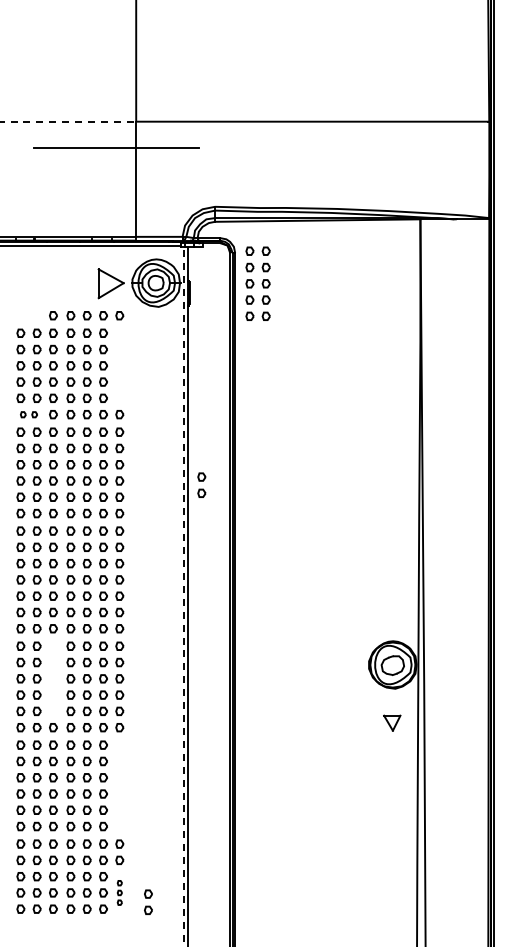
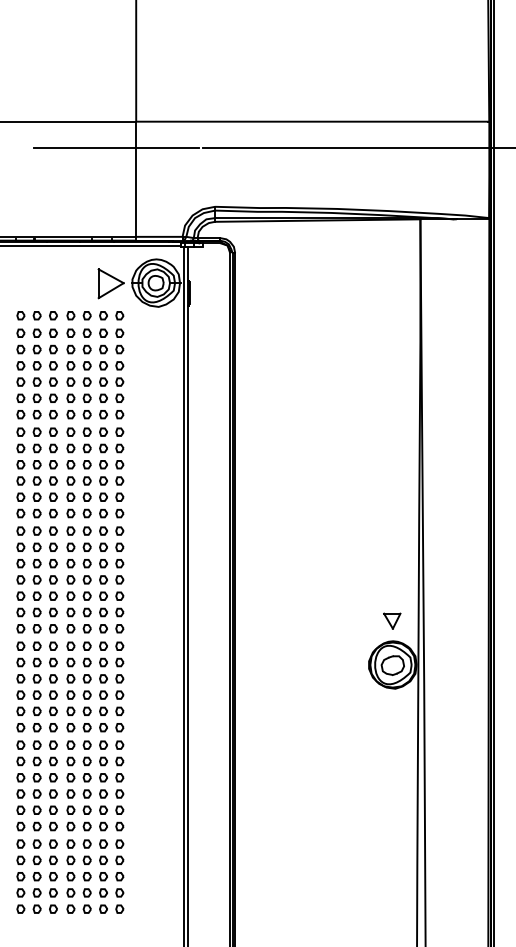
line at (68, 121): dashed -> solid
line at (357, 147): none -> present
part at (257, 283): present -> none
part at (28, 315): none -> present
part at (119, 365): none -> present
part at (28, 414) size: 18x8 px -> 26x10 px
part at (201, 484): present -> none
line at (183, 596): dashed -> solid
part at (53, 678): none -> present
part at (392, 722) position: (392, 722) -> (392, 620)
part at (119, 785): none -> present
part at (119, 892) size: 7x26 px -> 10x42 px
part at (148, 901): present -> none
